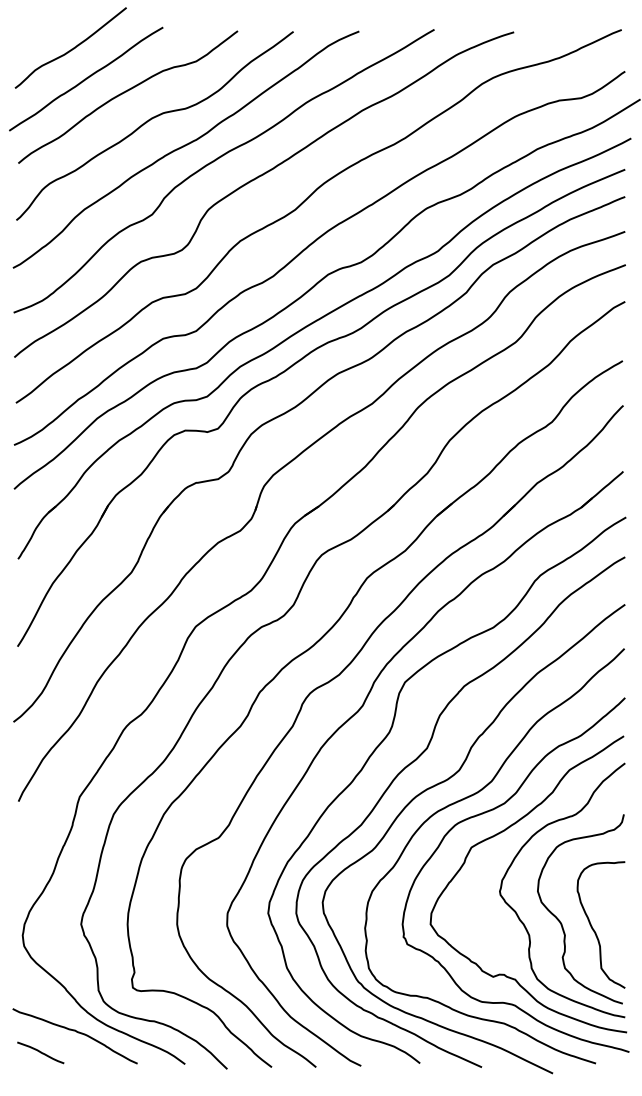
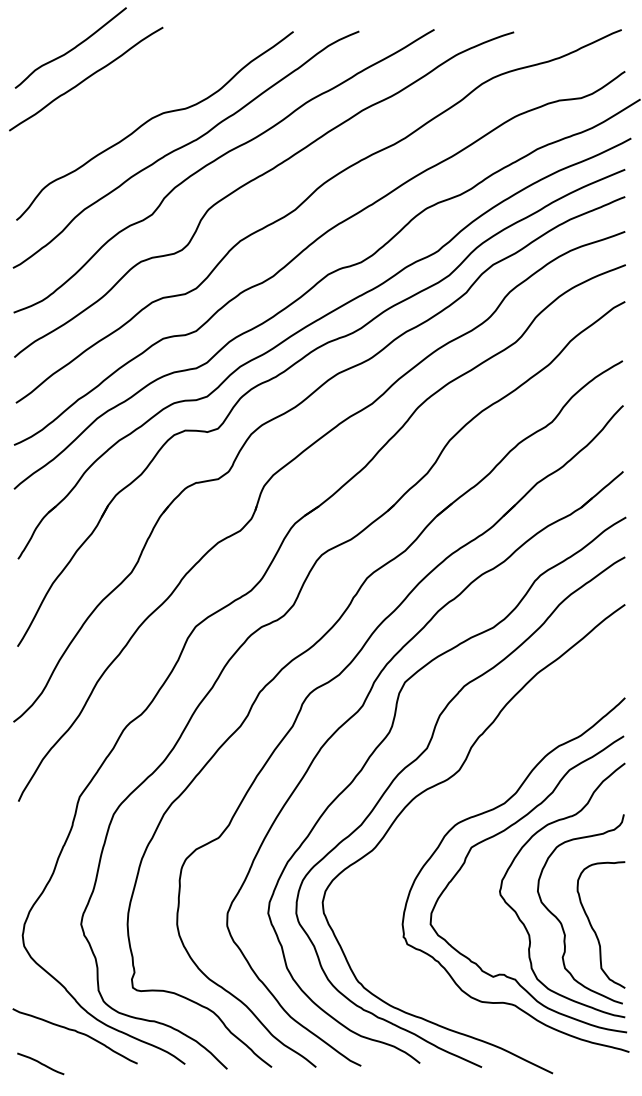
curve at (126, 92): present -> none
curve at (472, 796): present -> none
curve at (40, 1052) position: (40, 1052) -> (40, 1063)
